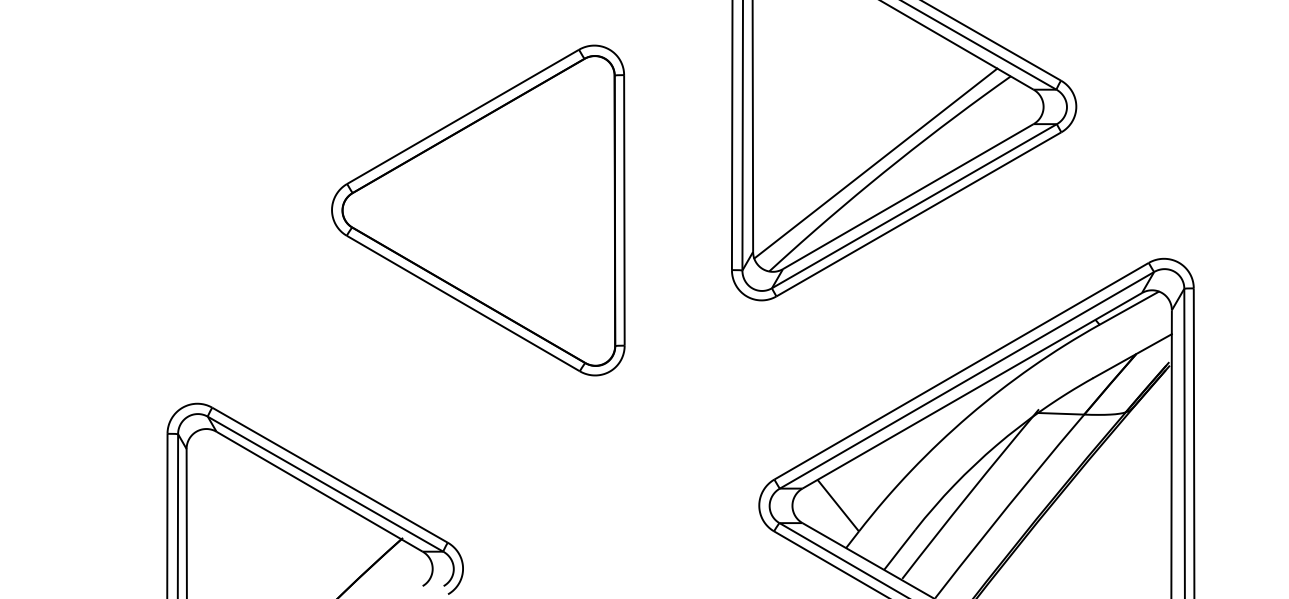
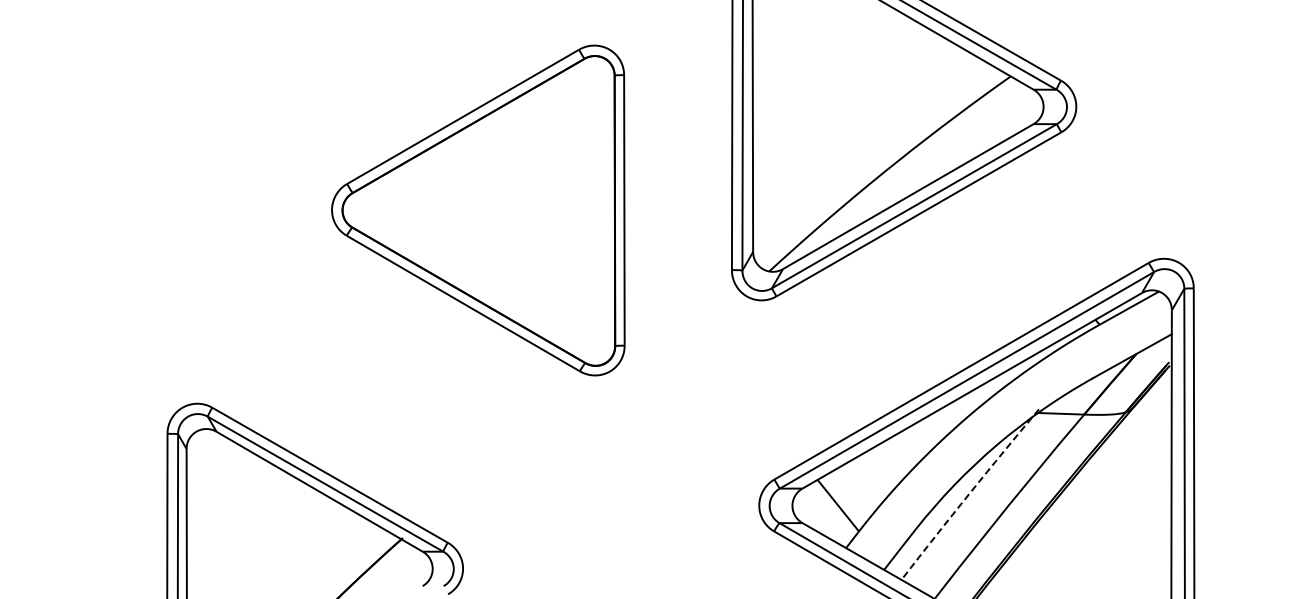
line at (875, 163): present -> none
arc at (969, 493): solid -> dashed
